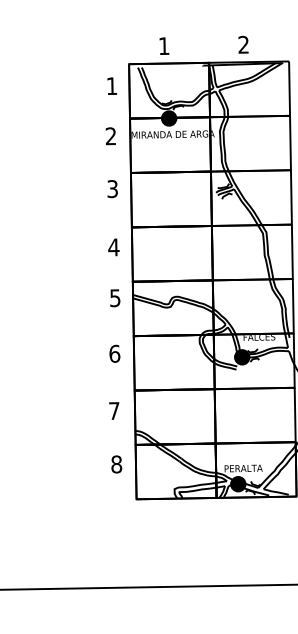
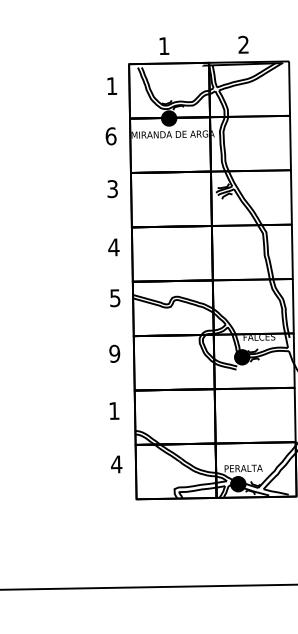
text at (110, 136): 2 -> 6
text at (114, 353): 6 -> 9
text at (114, 410): 7 -> 1
text at (116, 464): 8 -> 4
